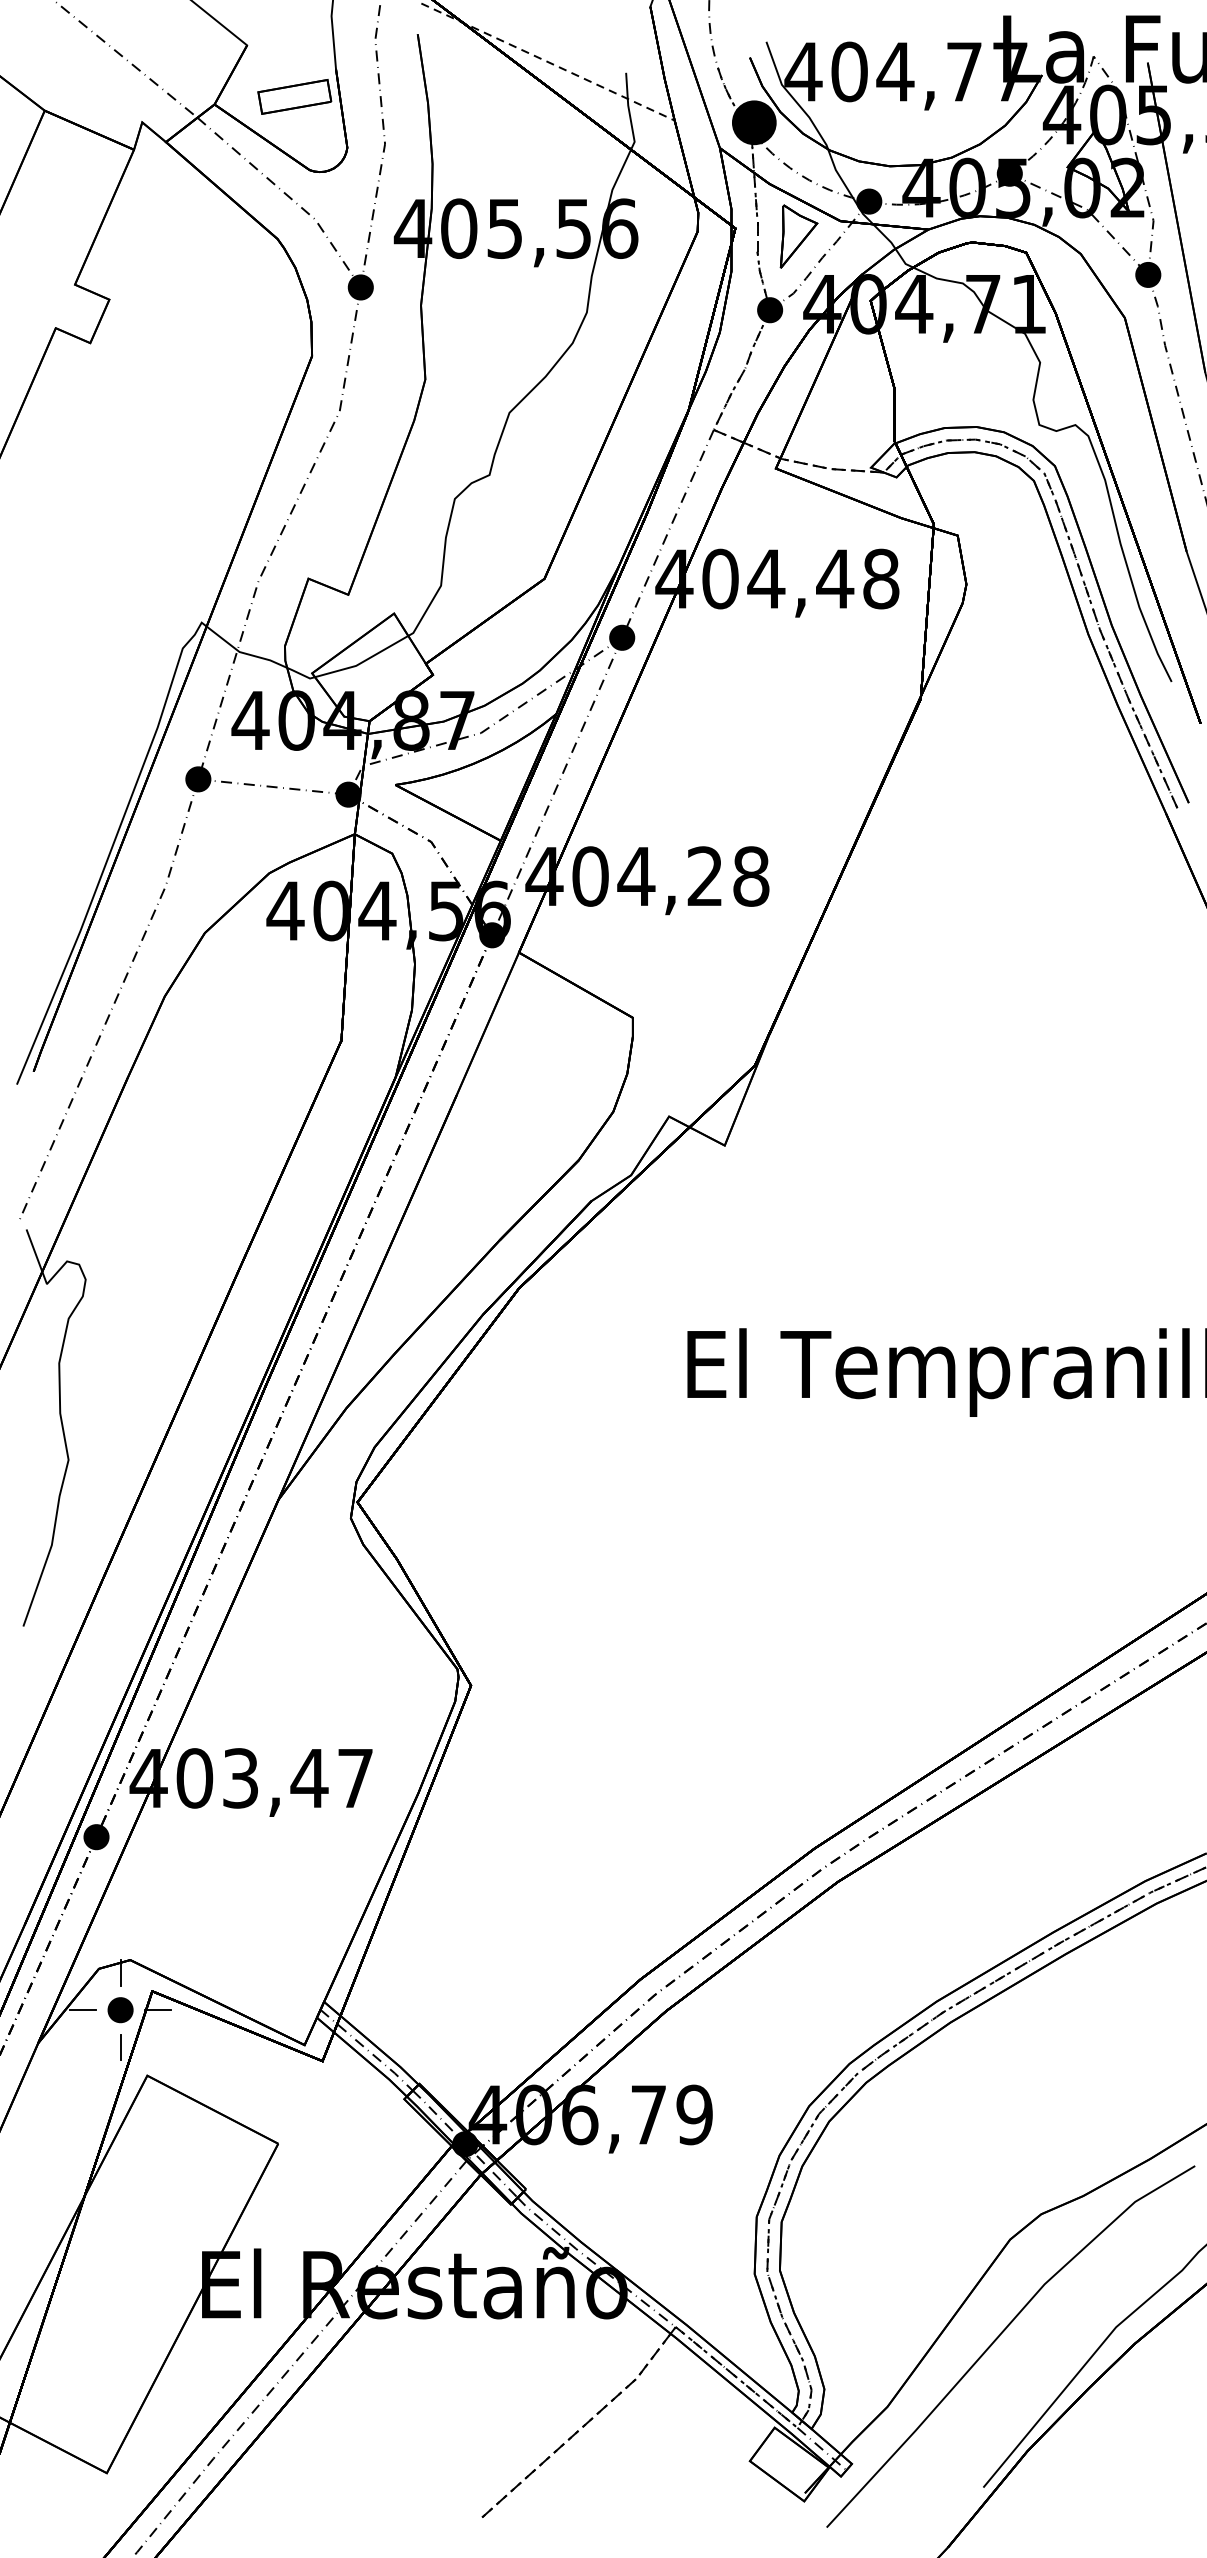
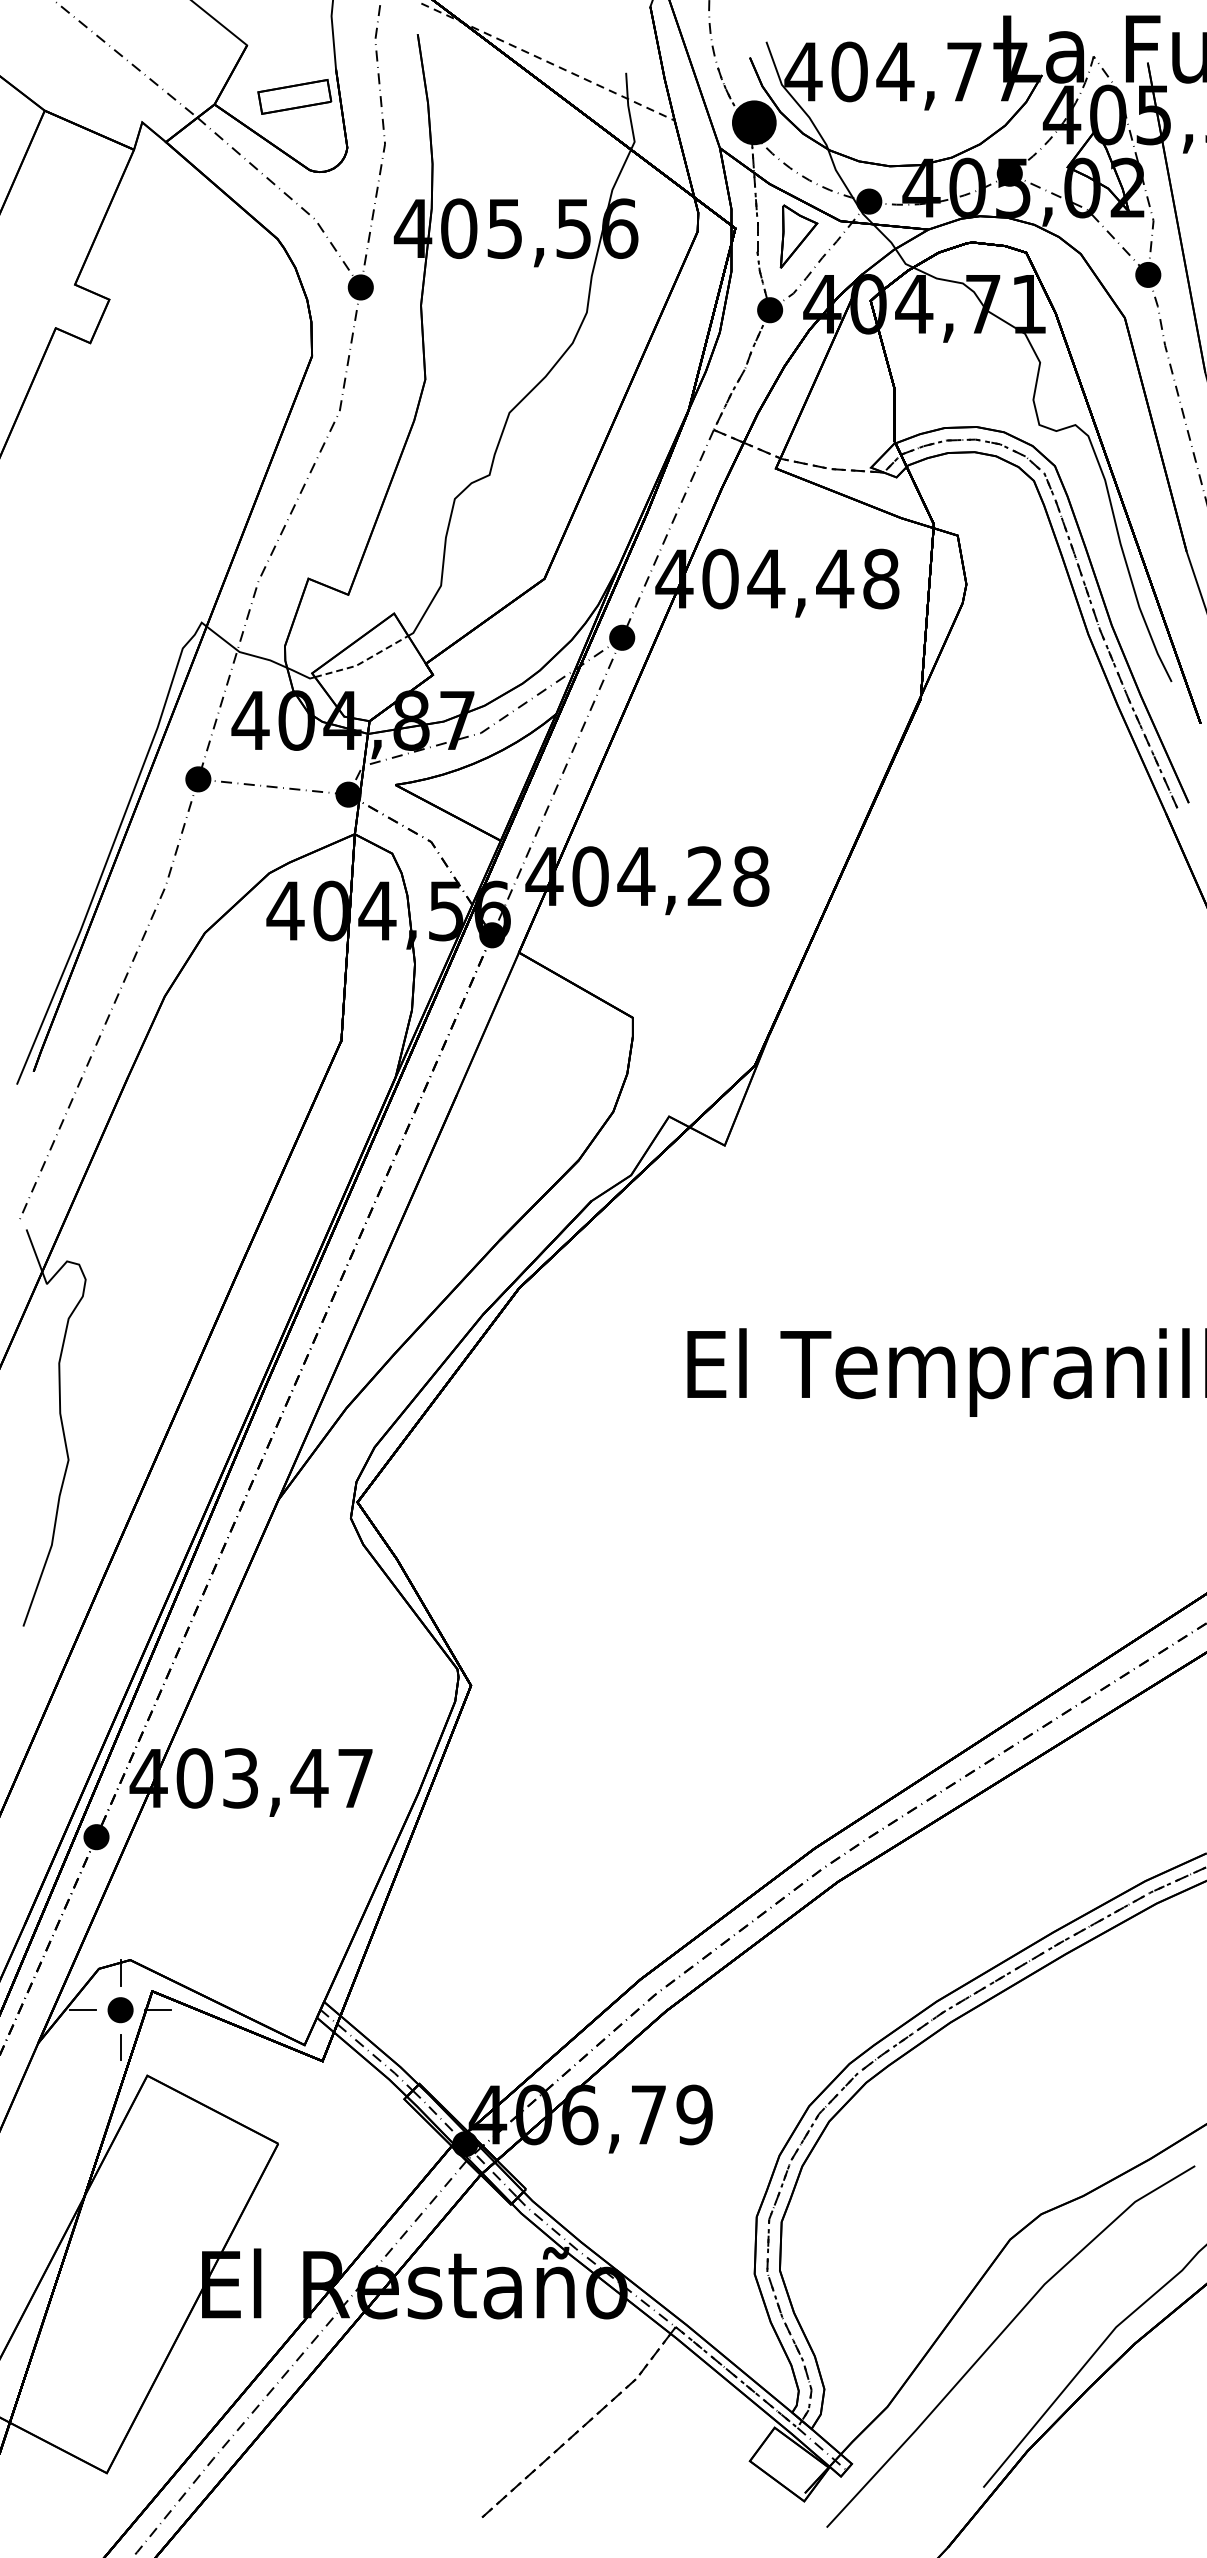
line at (363, 661): solid -> dashed
